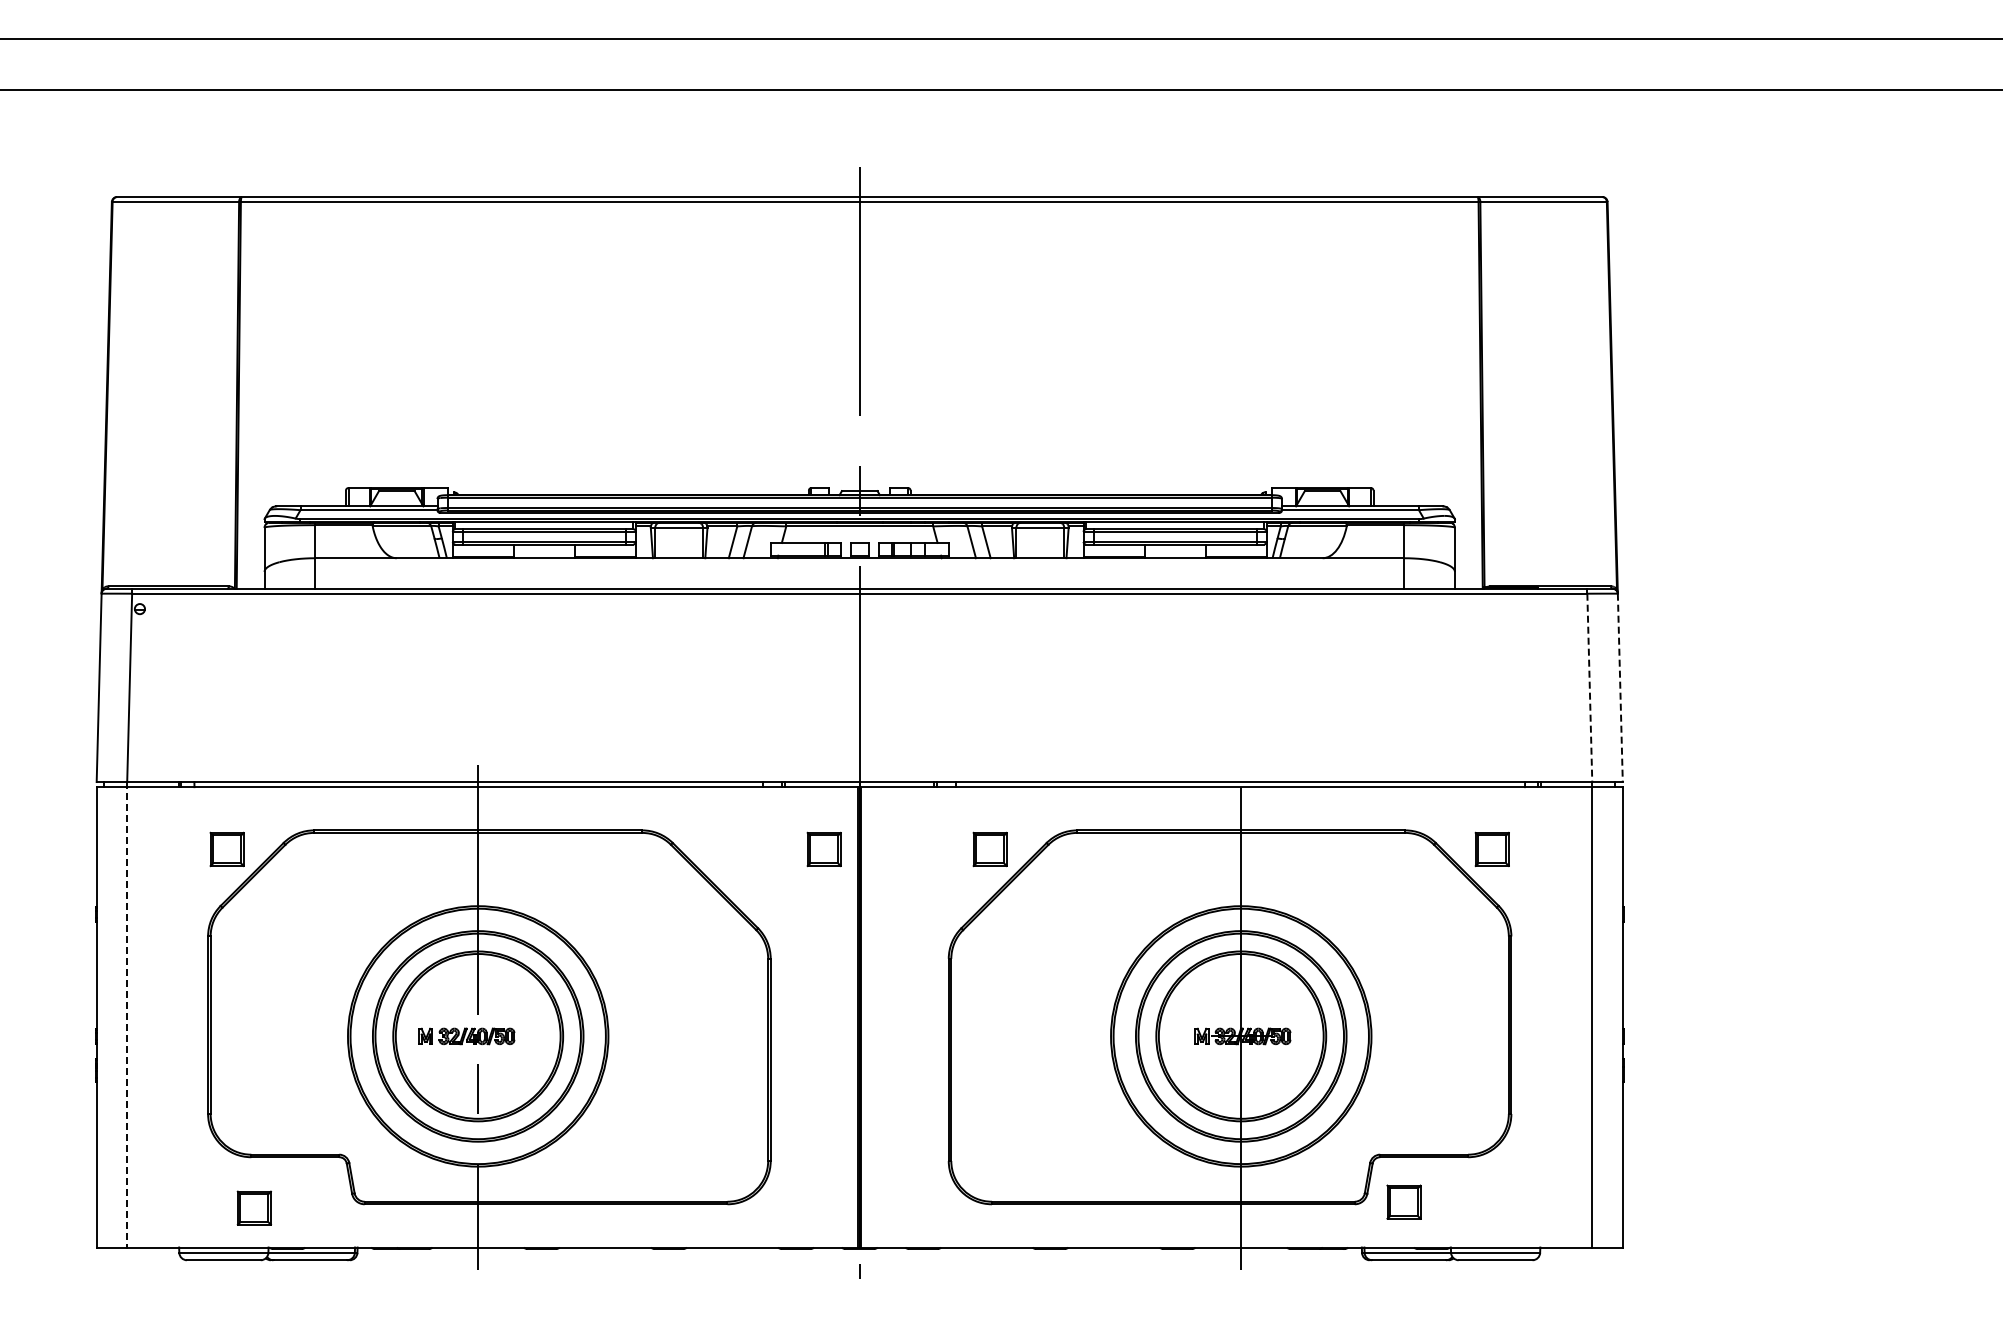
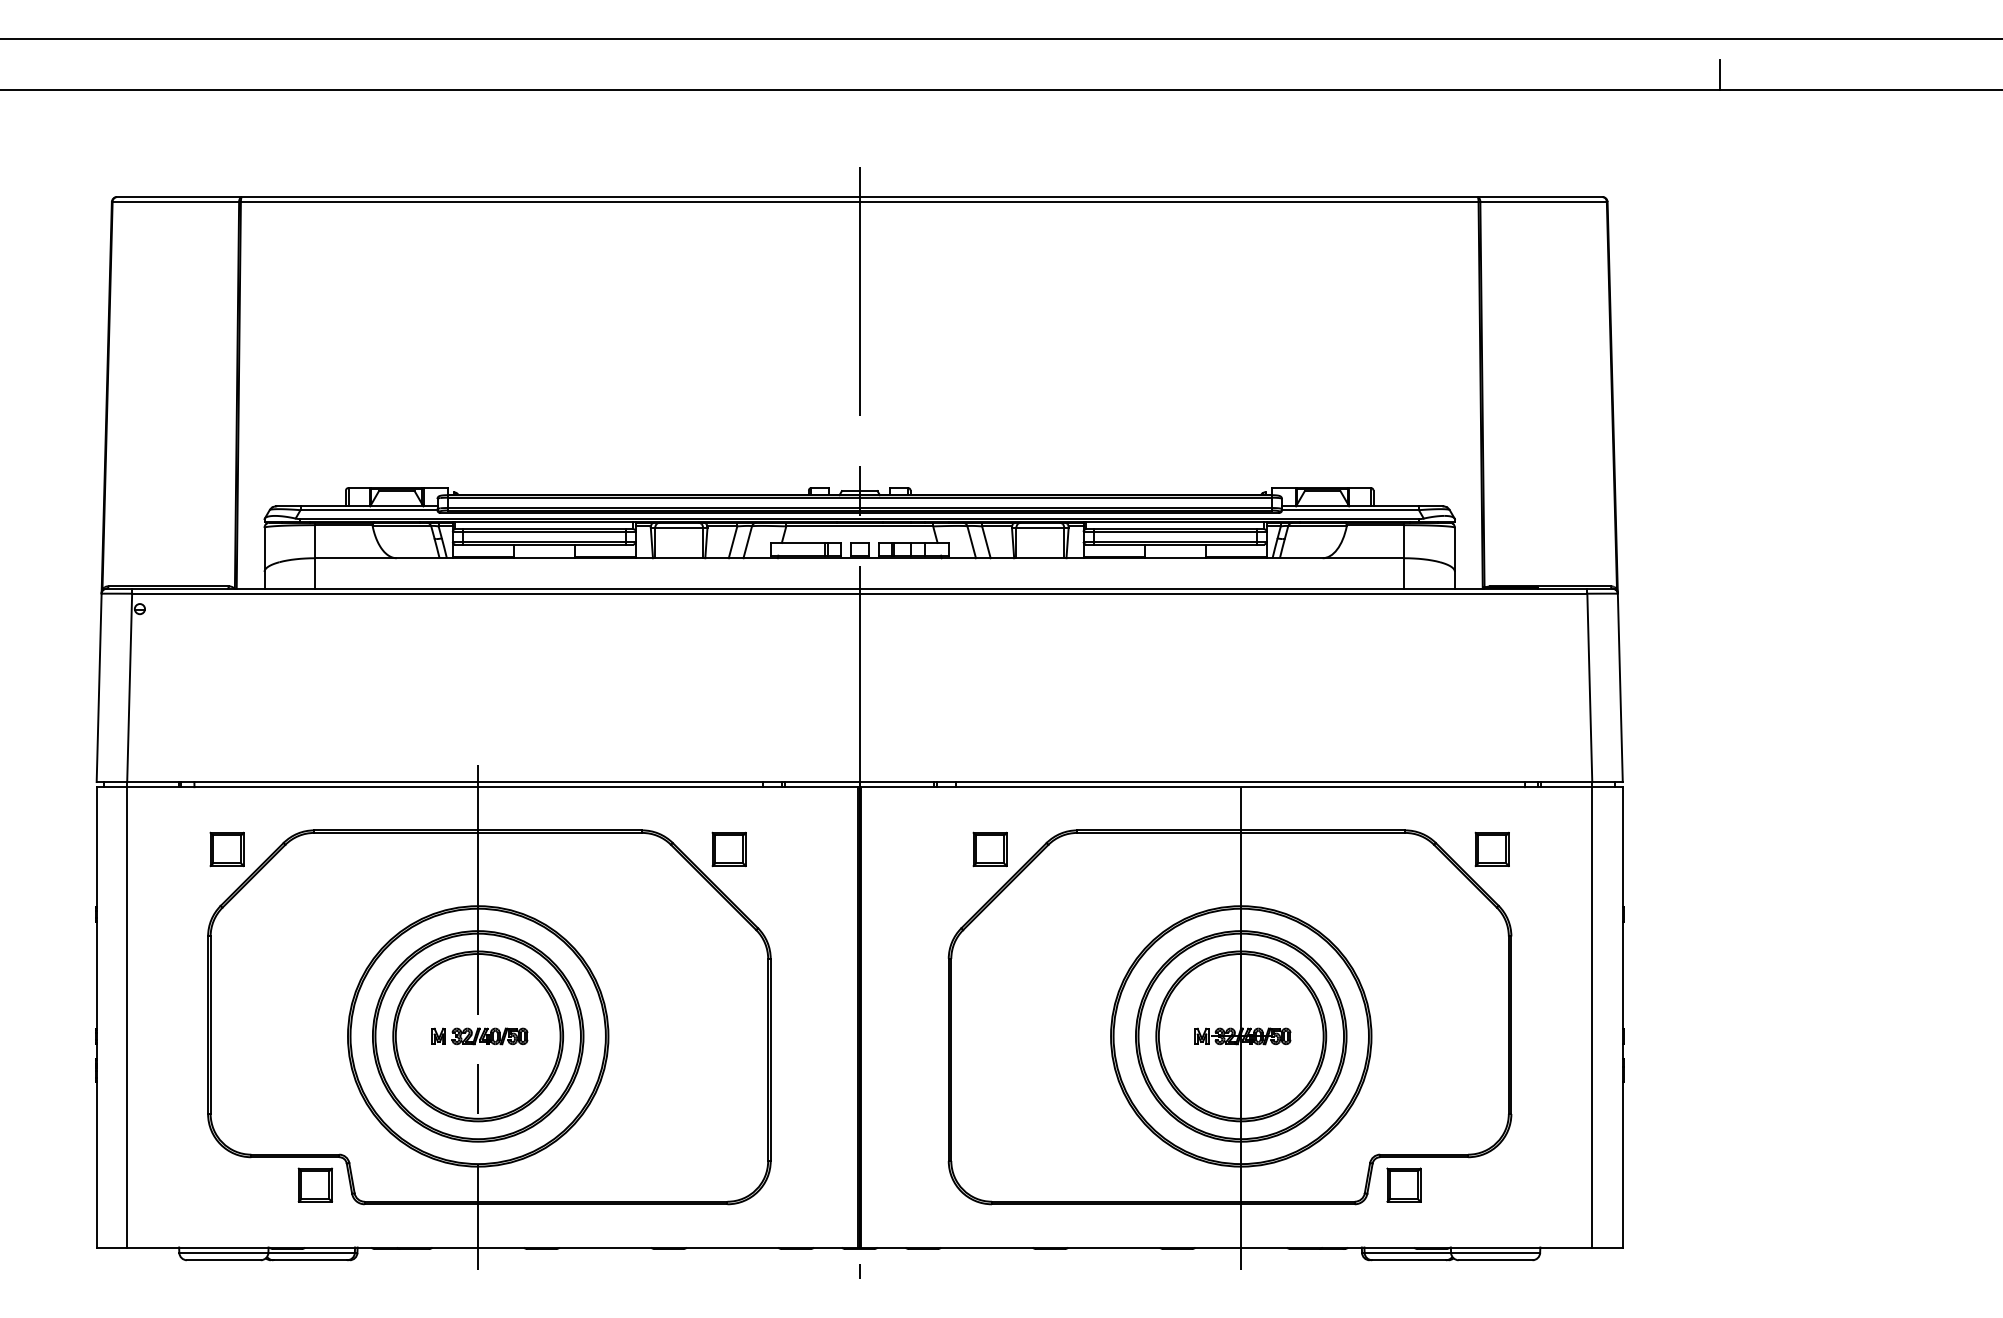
line at (1720, 74): none -> present
line at (1589, 688): dashed -> solid
line at (1620, 688): dashed -> solid
part at (823, 849) position: (823, 849) -> (728, 849)
line at (127, 1014): dashed -> solid
part at (466, 1036) position: (466, 1036) -> (479, 1036)
part at (1403, 1201) position: (1403, 1201) -> (1403, 1184)
part at (253, 1207) position: (253, 1207) -> (314, 1184)
